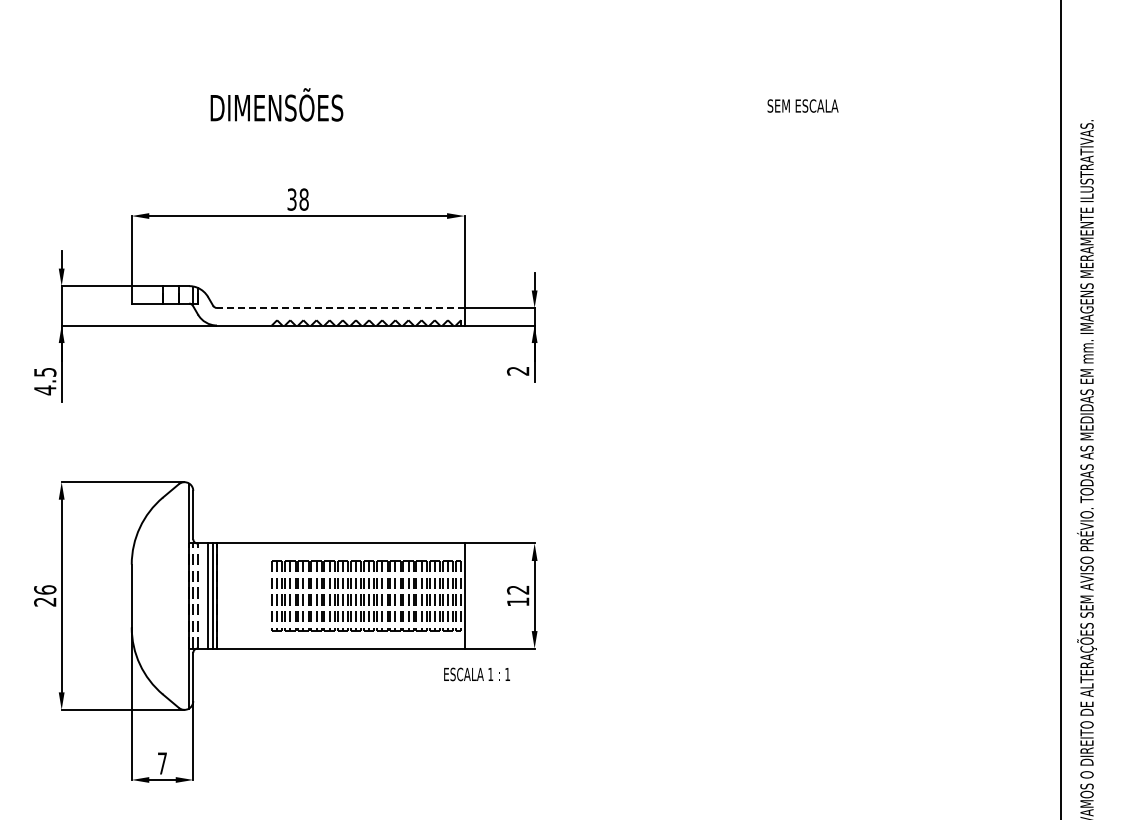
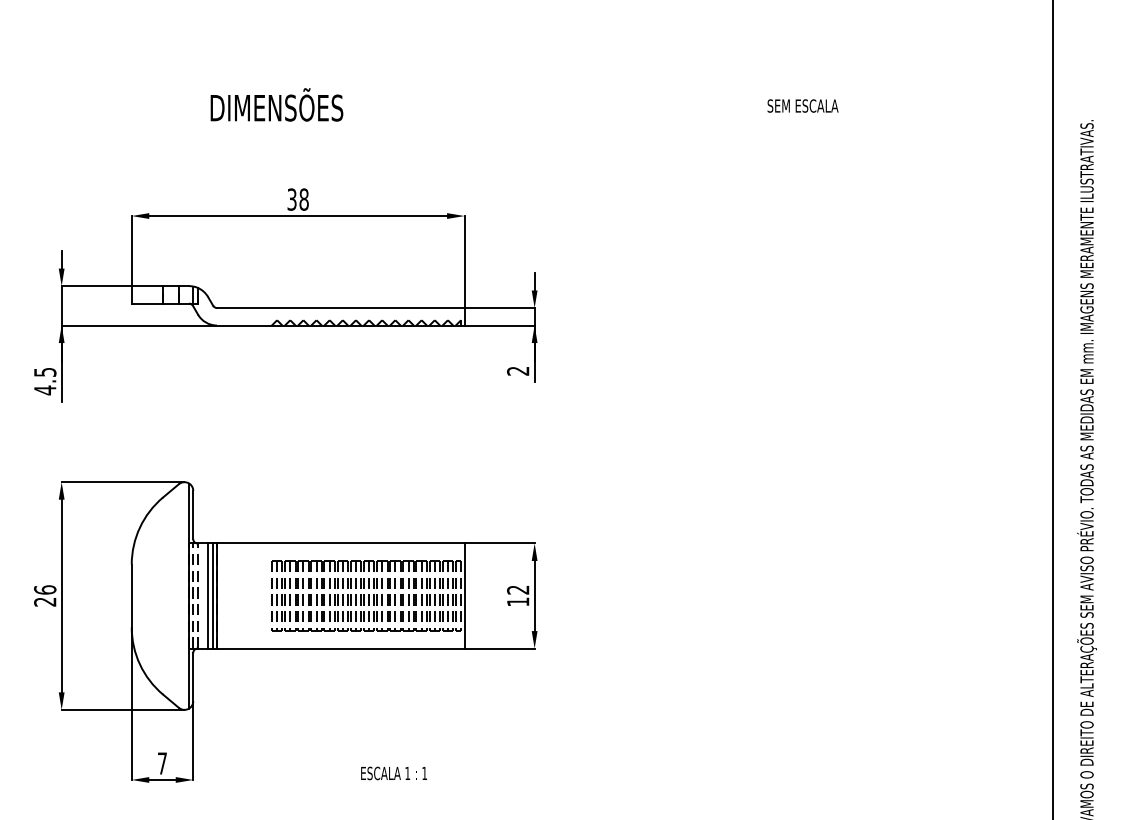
line at (340, 308): dashed -> solid
line at (1061, 409) position: (1061, 409) -> (1053, 409)
text at (476, 674) position: (476, 674) -> (393, 773)
